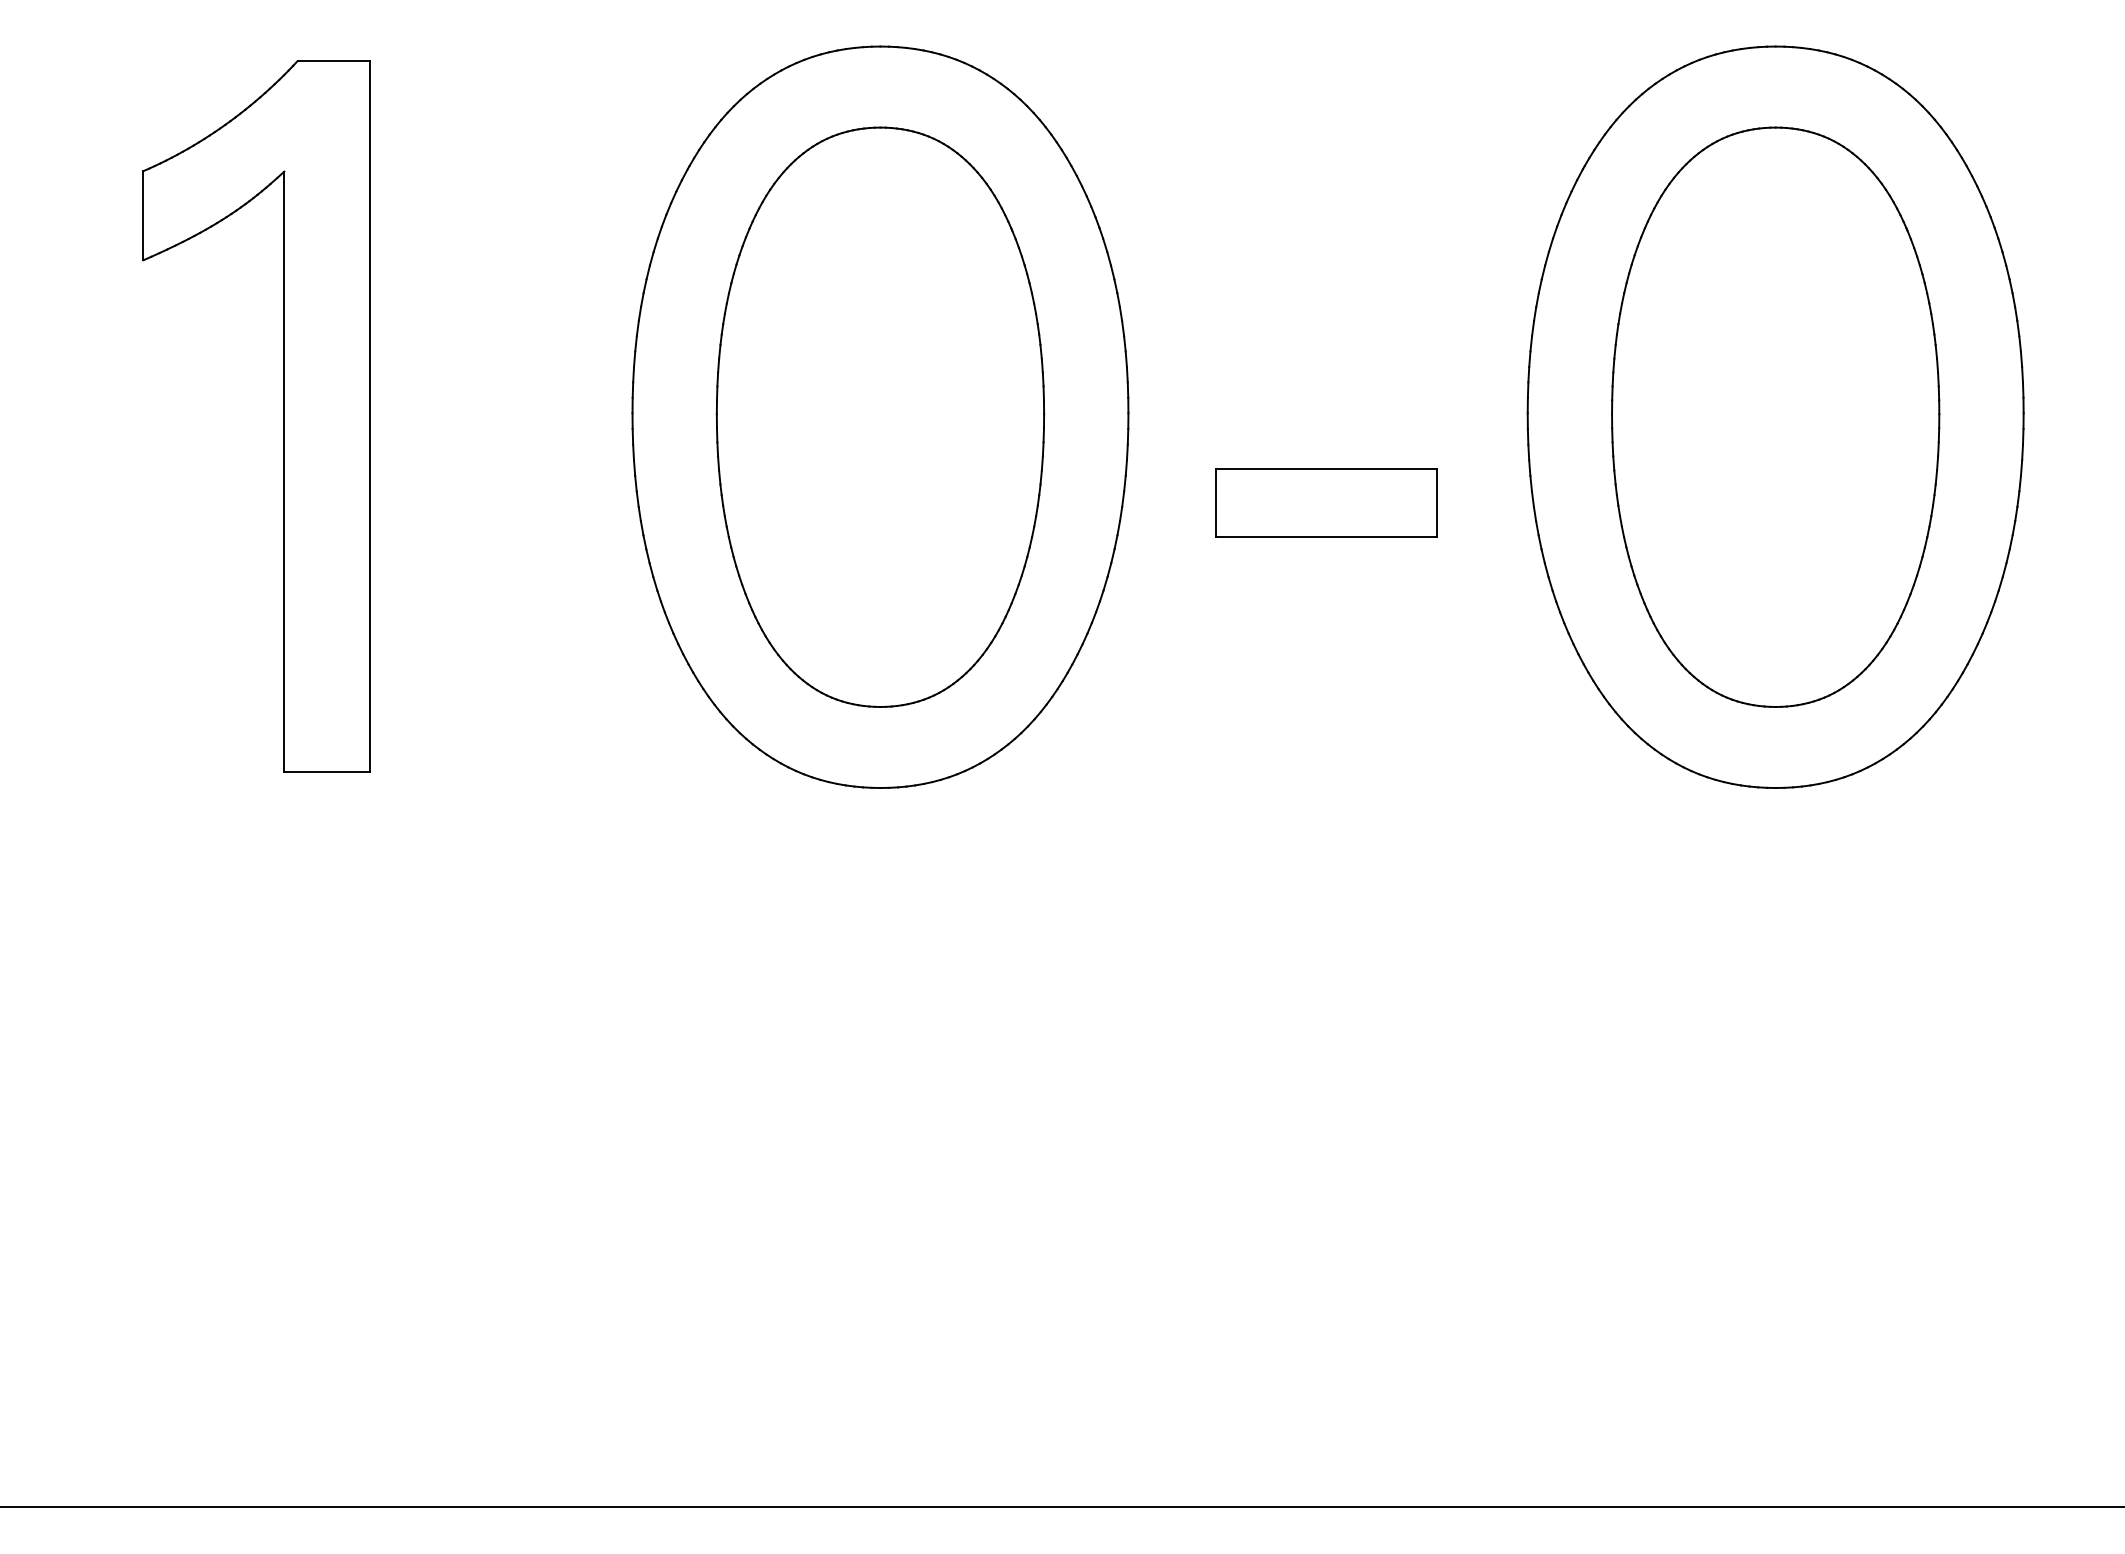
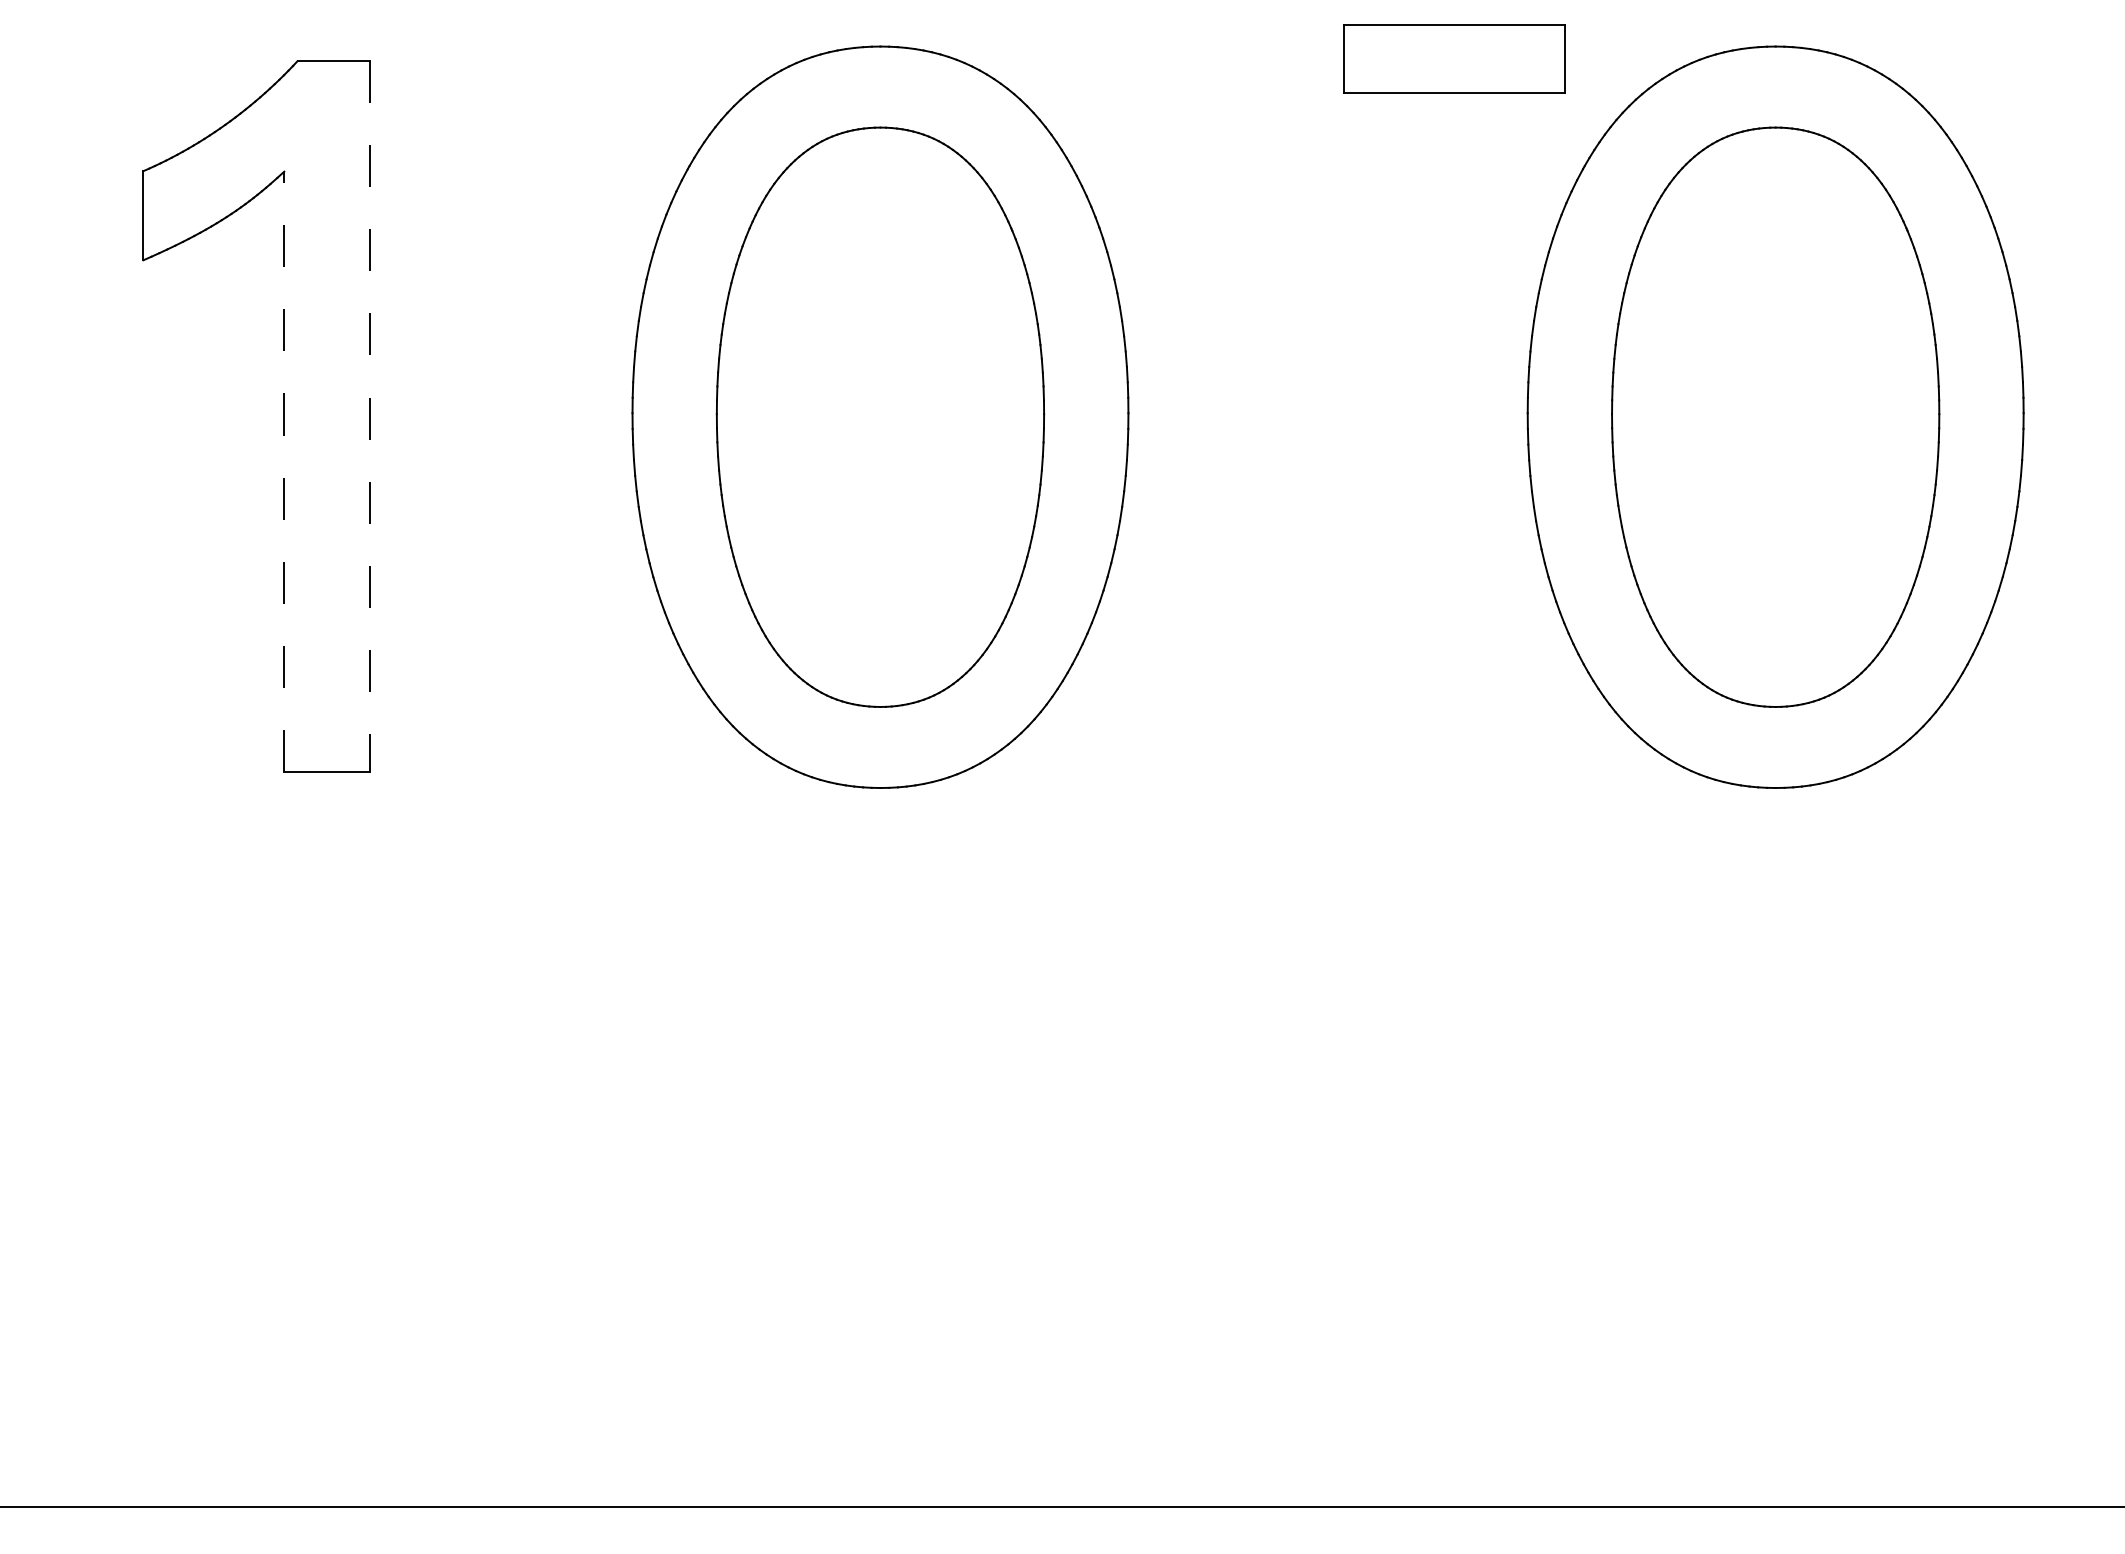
line at (370, 417): solid -> dashed
line at (284, 471): solid -> dashed
part at (1326, 502) position: (1326, 502) -> (1454, 58)
